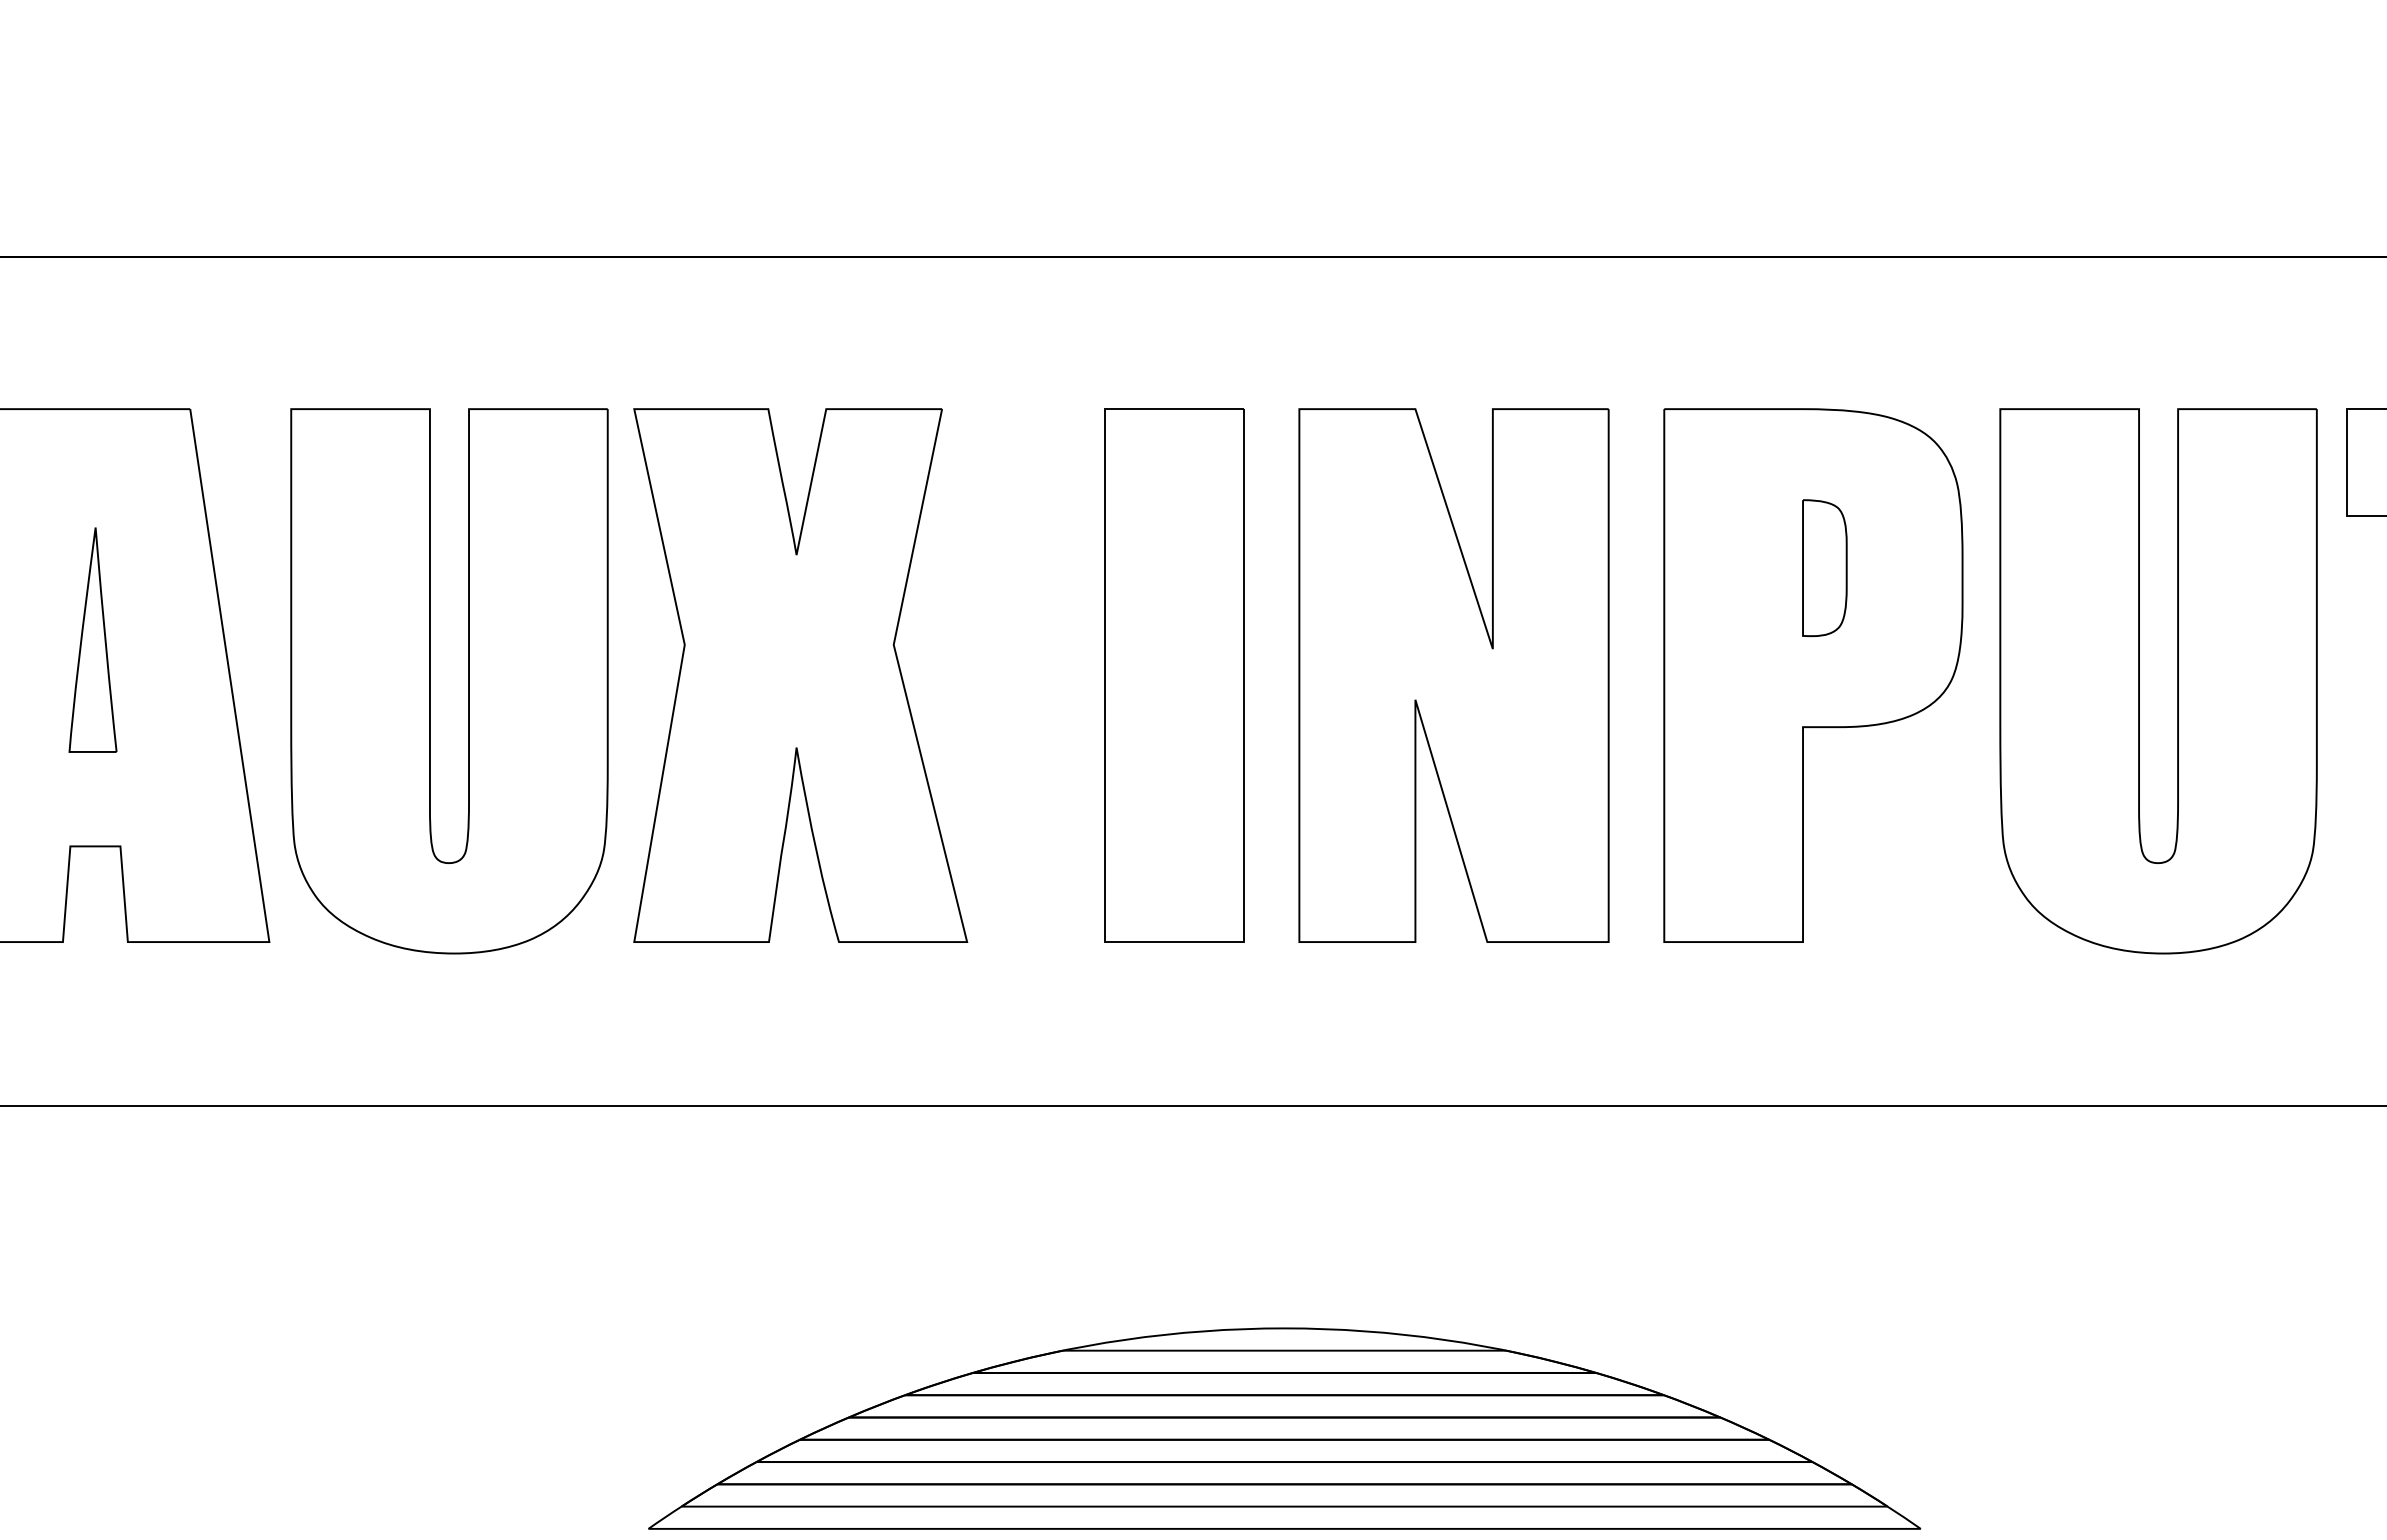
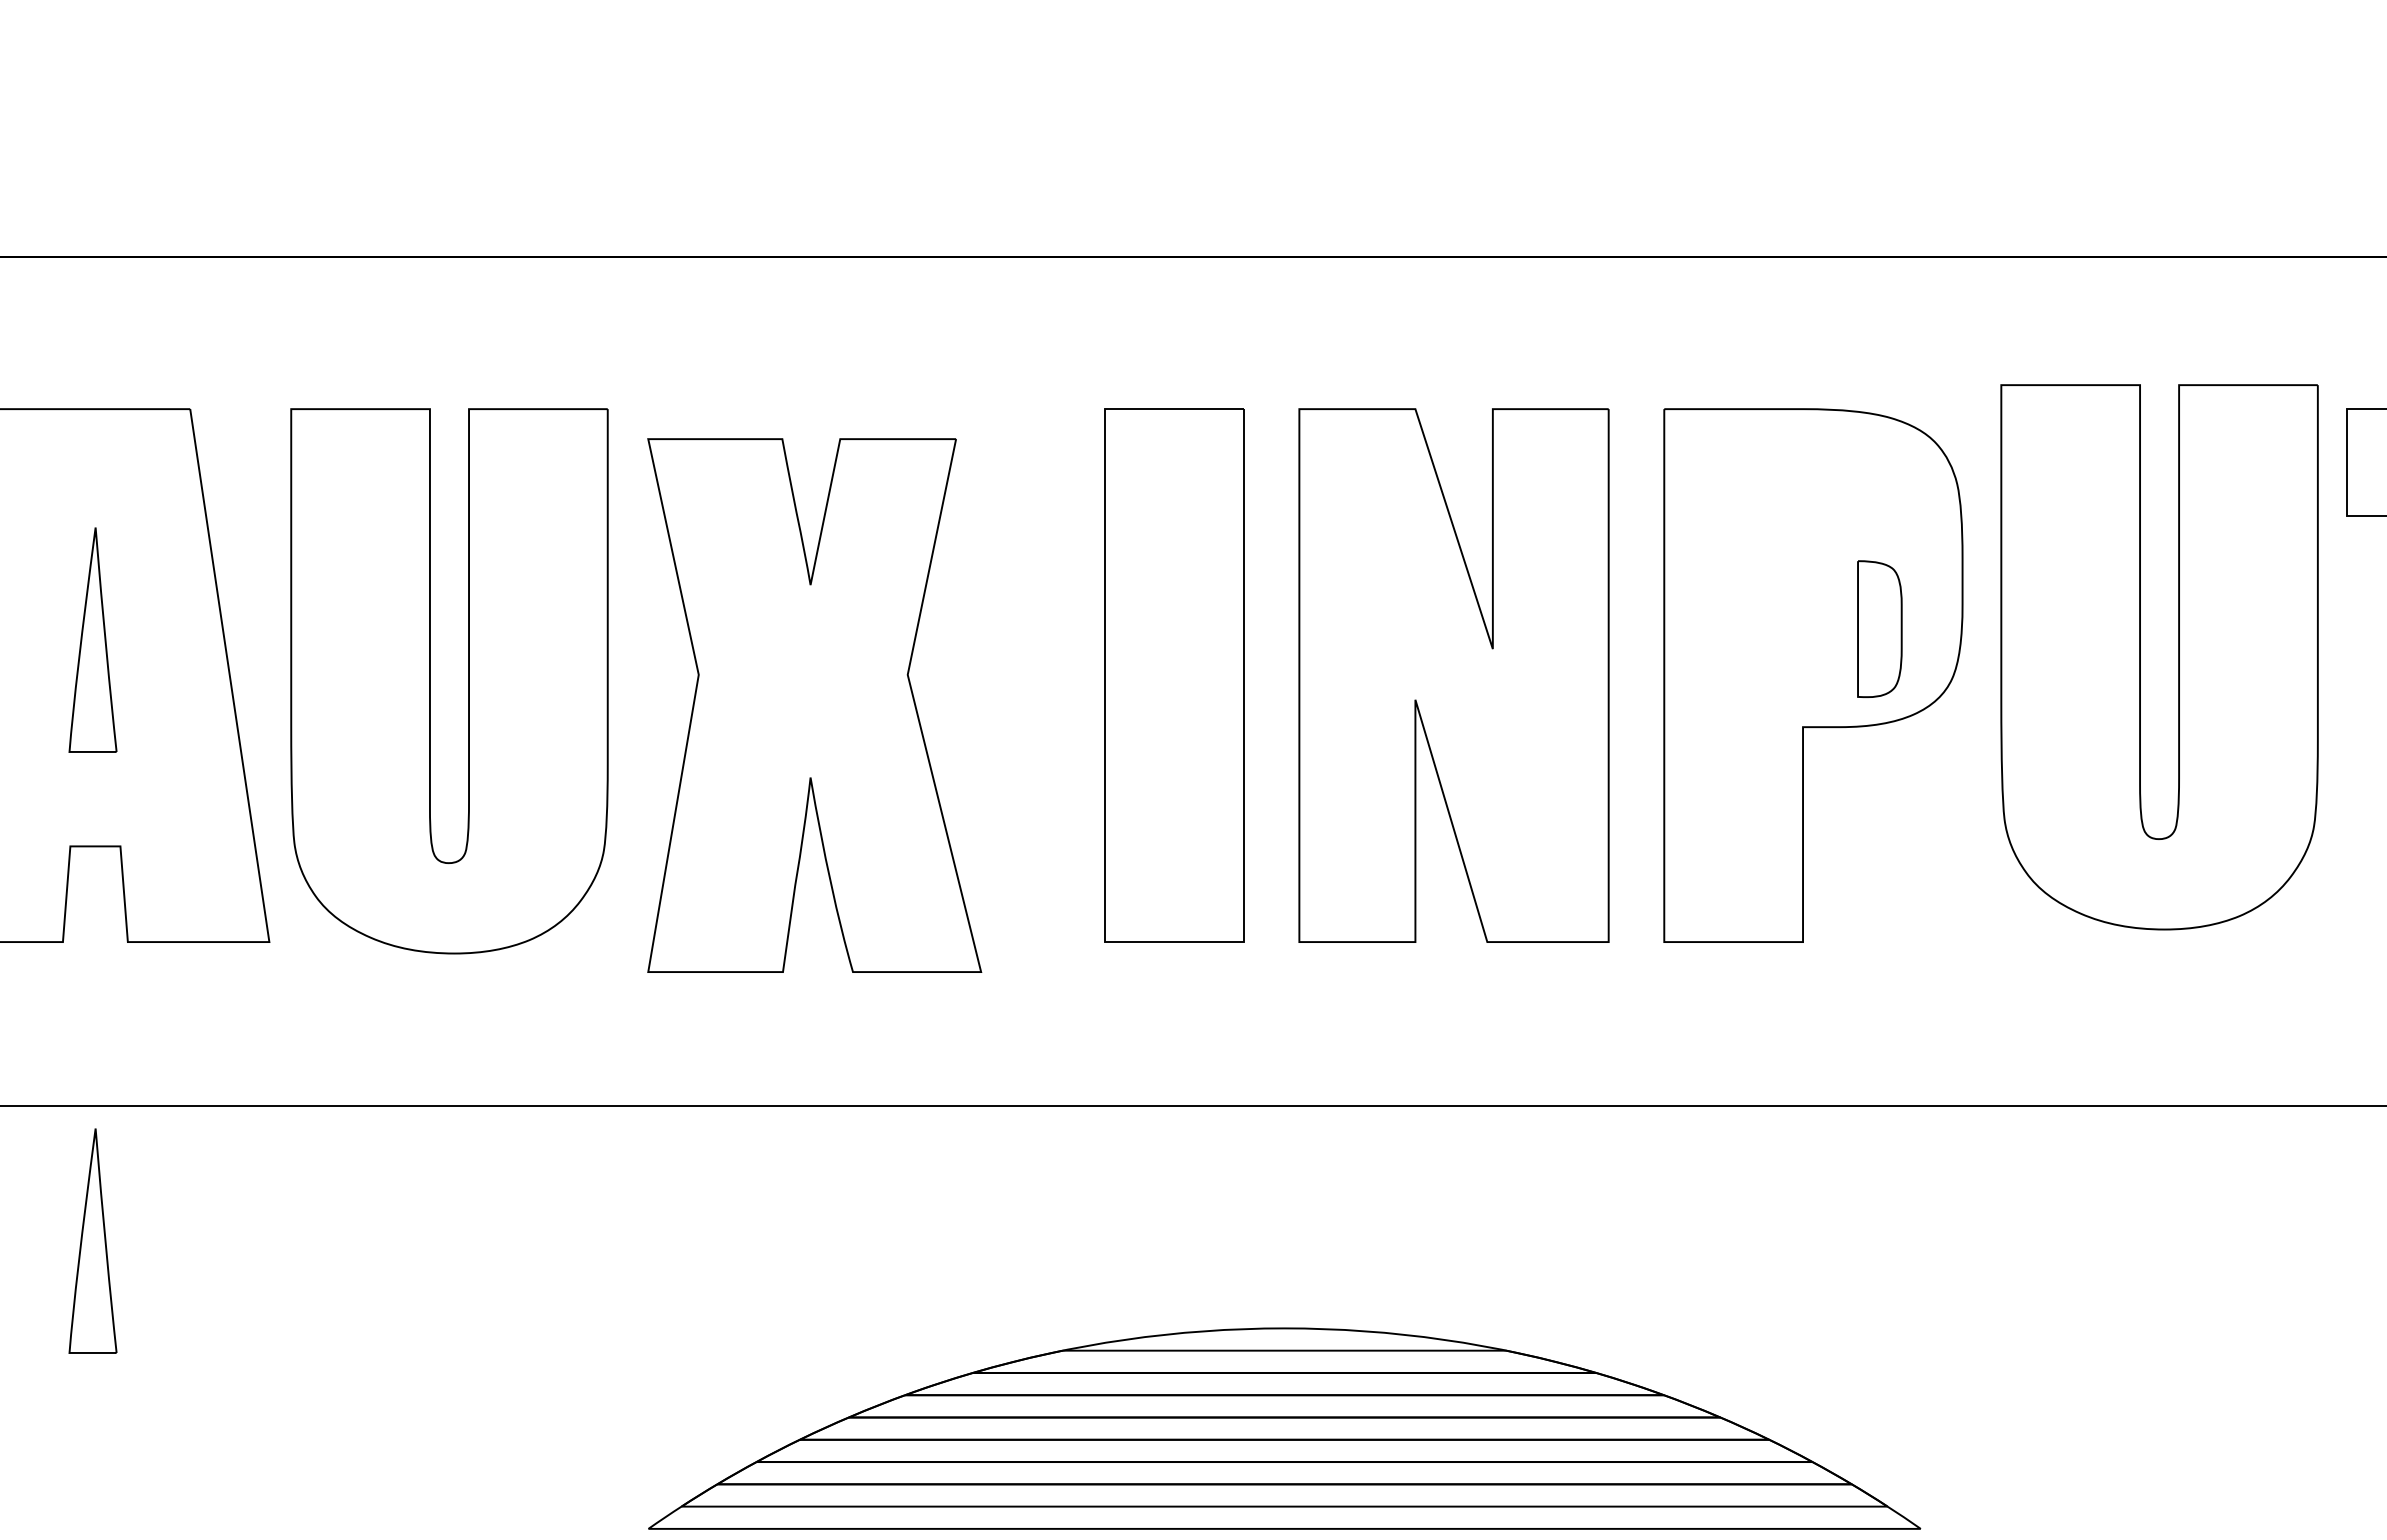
part at (1824, 567) position: (1824, 567) -> (1879, 628)
part at (800, 675) position: (800, 675) -> (814, 705)
part at (2139, 681) position: (2139, 681) -> (2140, 657)
part at (92, 1240): none -> present
